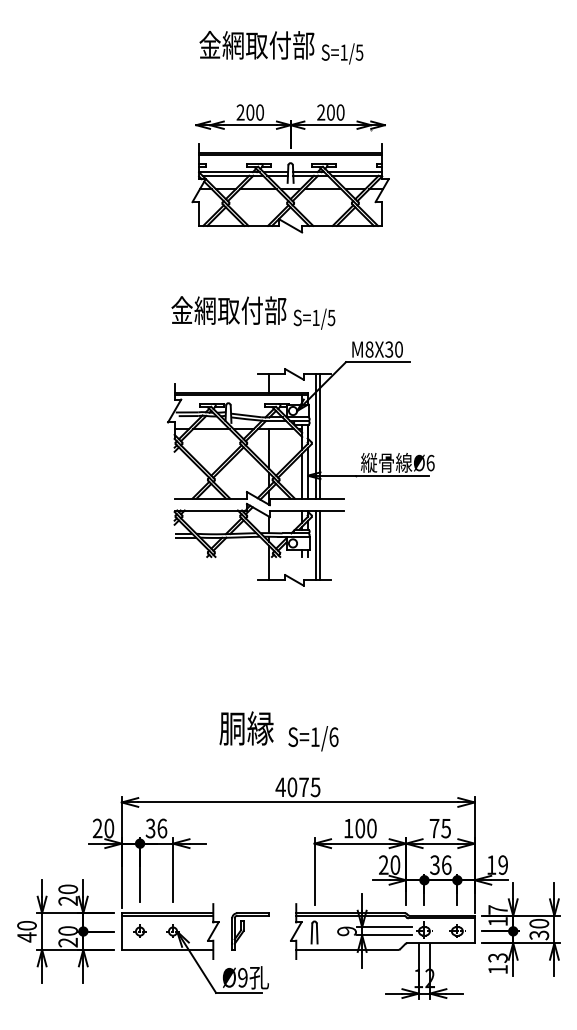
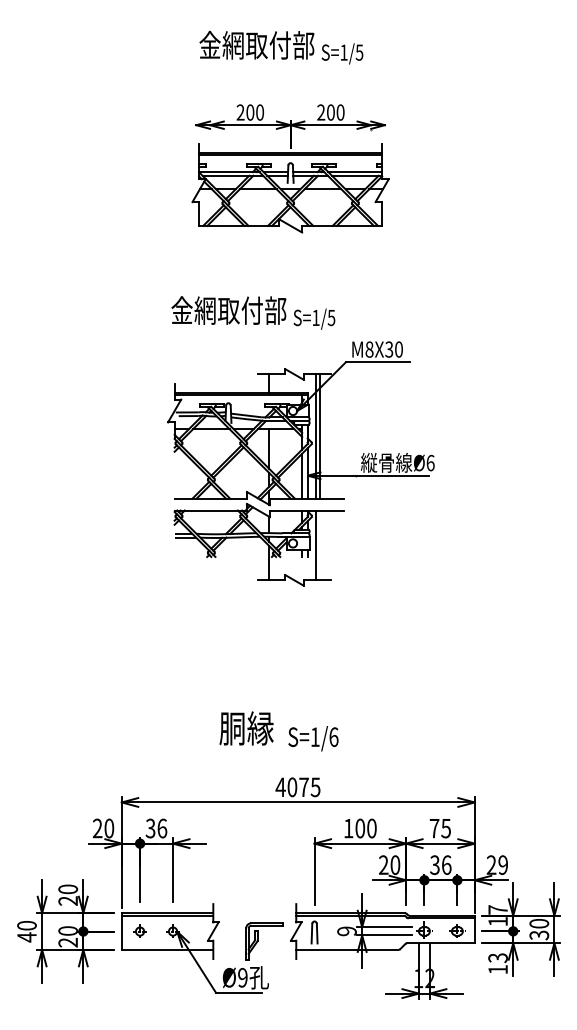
line at (319, 545): present -> none
text at (491, 864): 19 -> 29
part at (250, 931) position: (250, 931) -> (264, 941)
